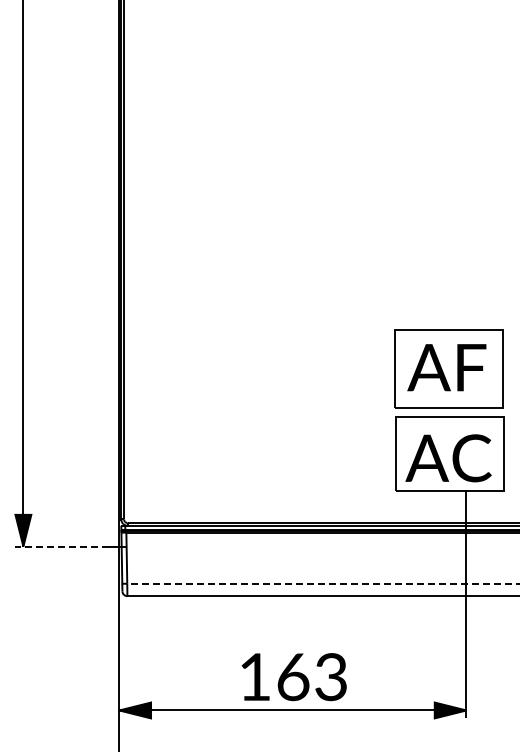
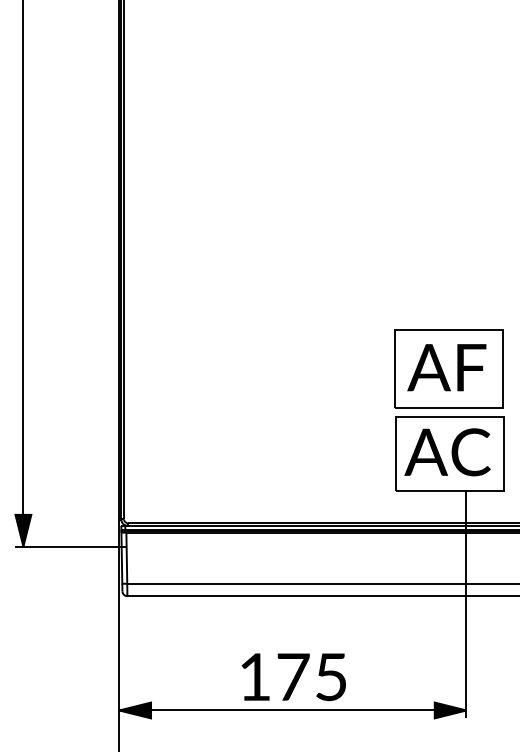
text at (448, 458) position: (448, 458) -> (447, 452)
line at (62, 546): dashed -> solid
line at (323, 583): dashed -> solid
text at (311, 677): 163 -> 175
